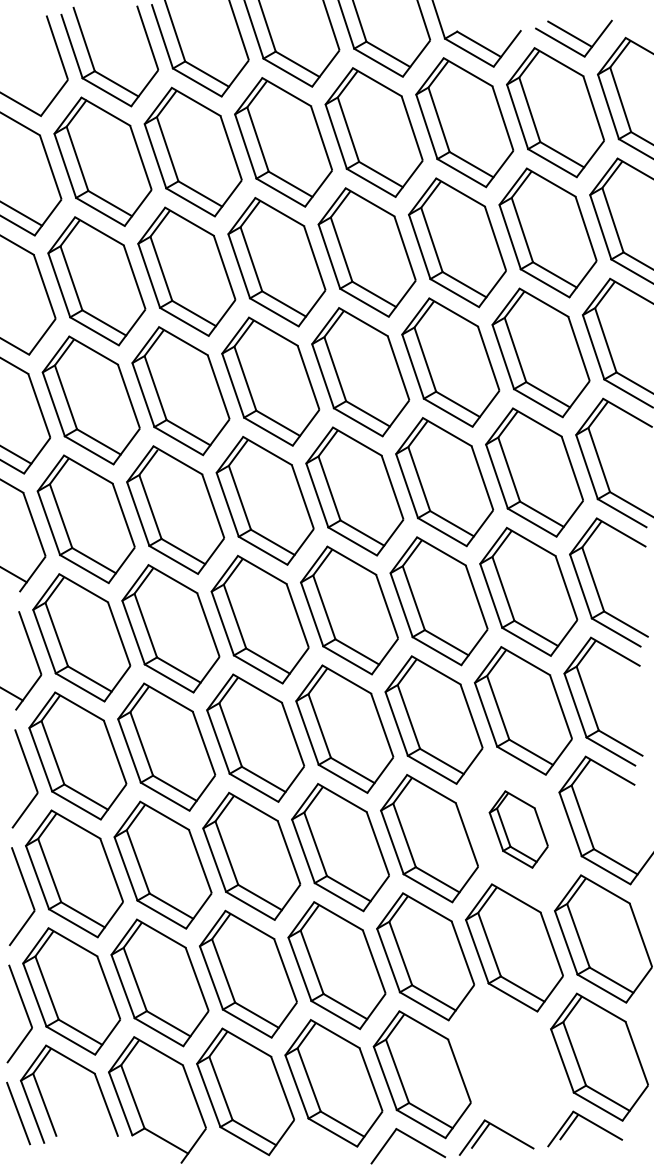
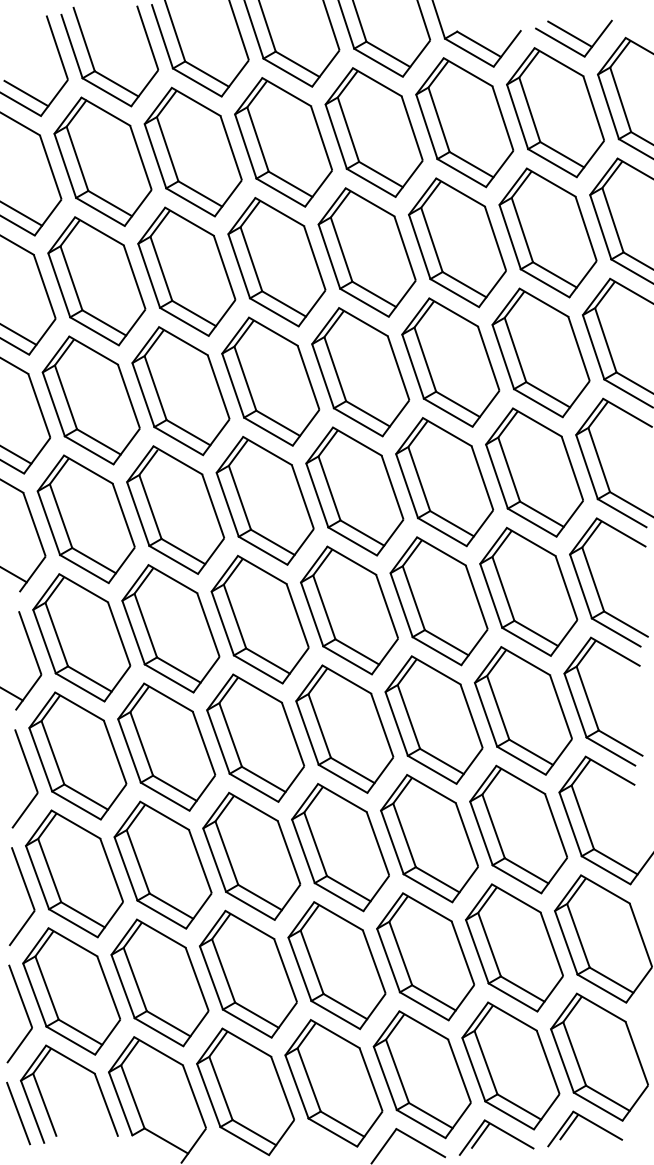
line at (26, 93): none -> present
line at (19, 334): none -> present
part at (518, 829) size: 61x79 px -> 100x131 px
part at (510, 1065): none -> present
